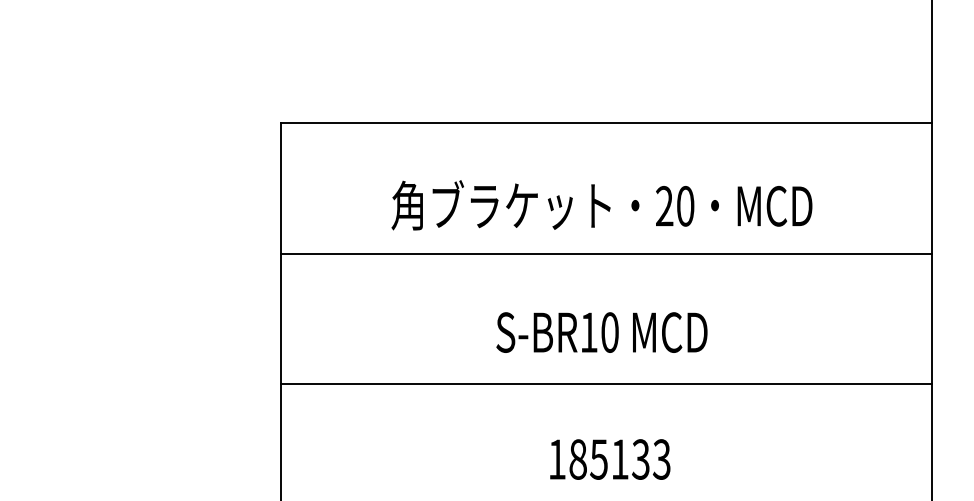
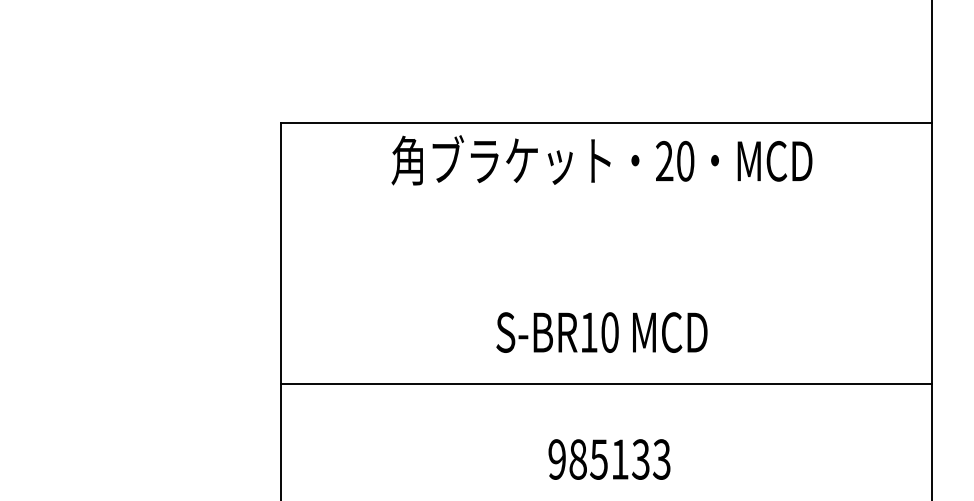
text at (601, 205) position: (601, 205) -> (601, 160)
line at (606, 253): present -> none
text at (556, 459): 185133 -> 985133
